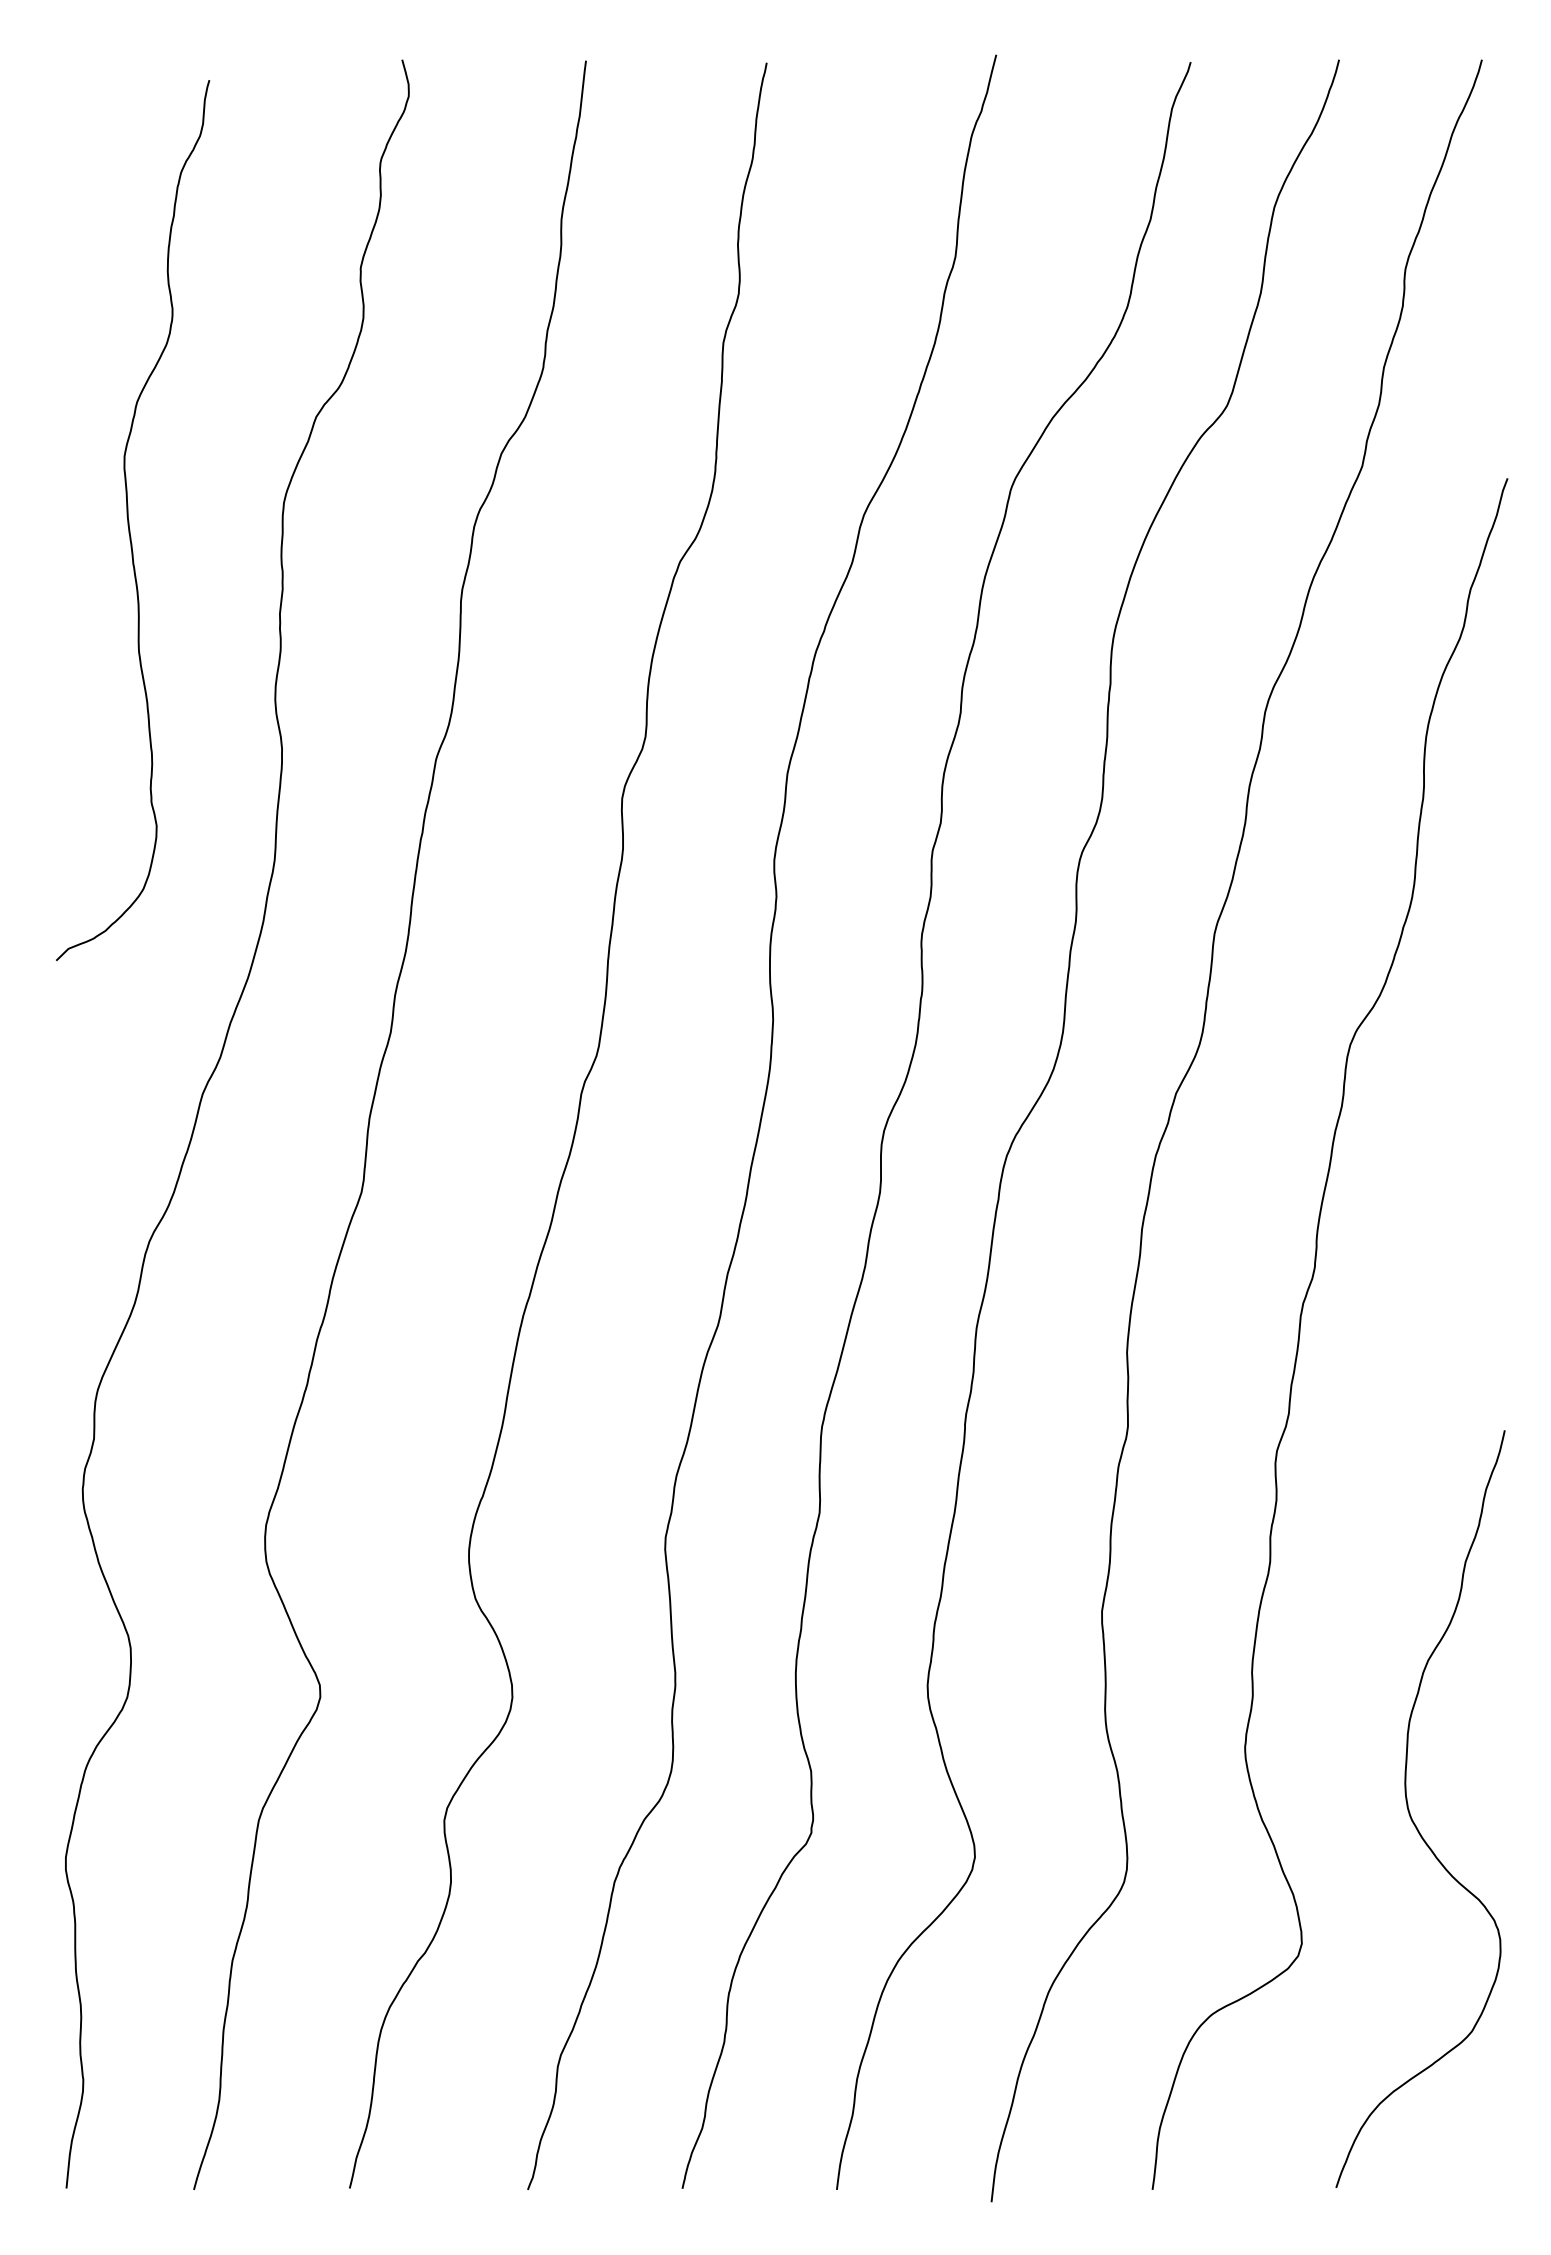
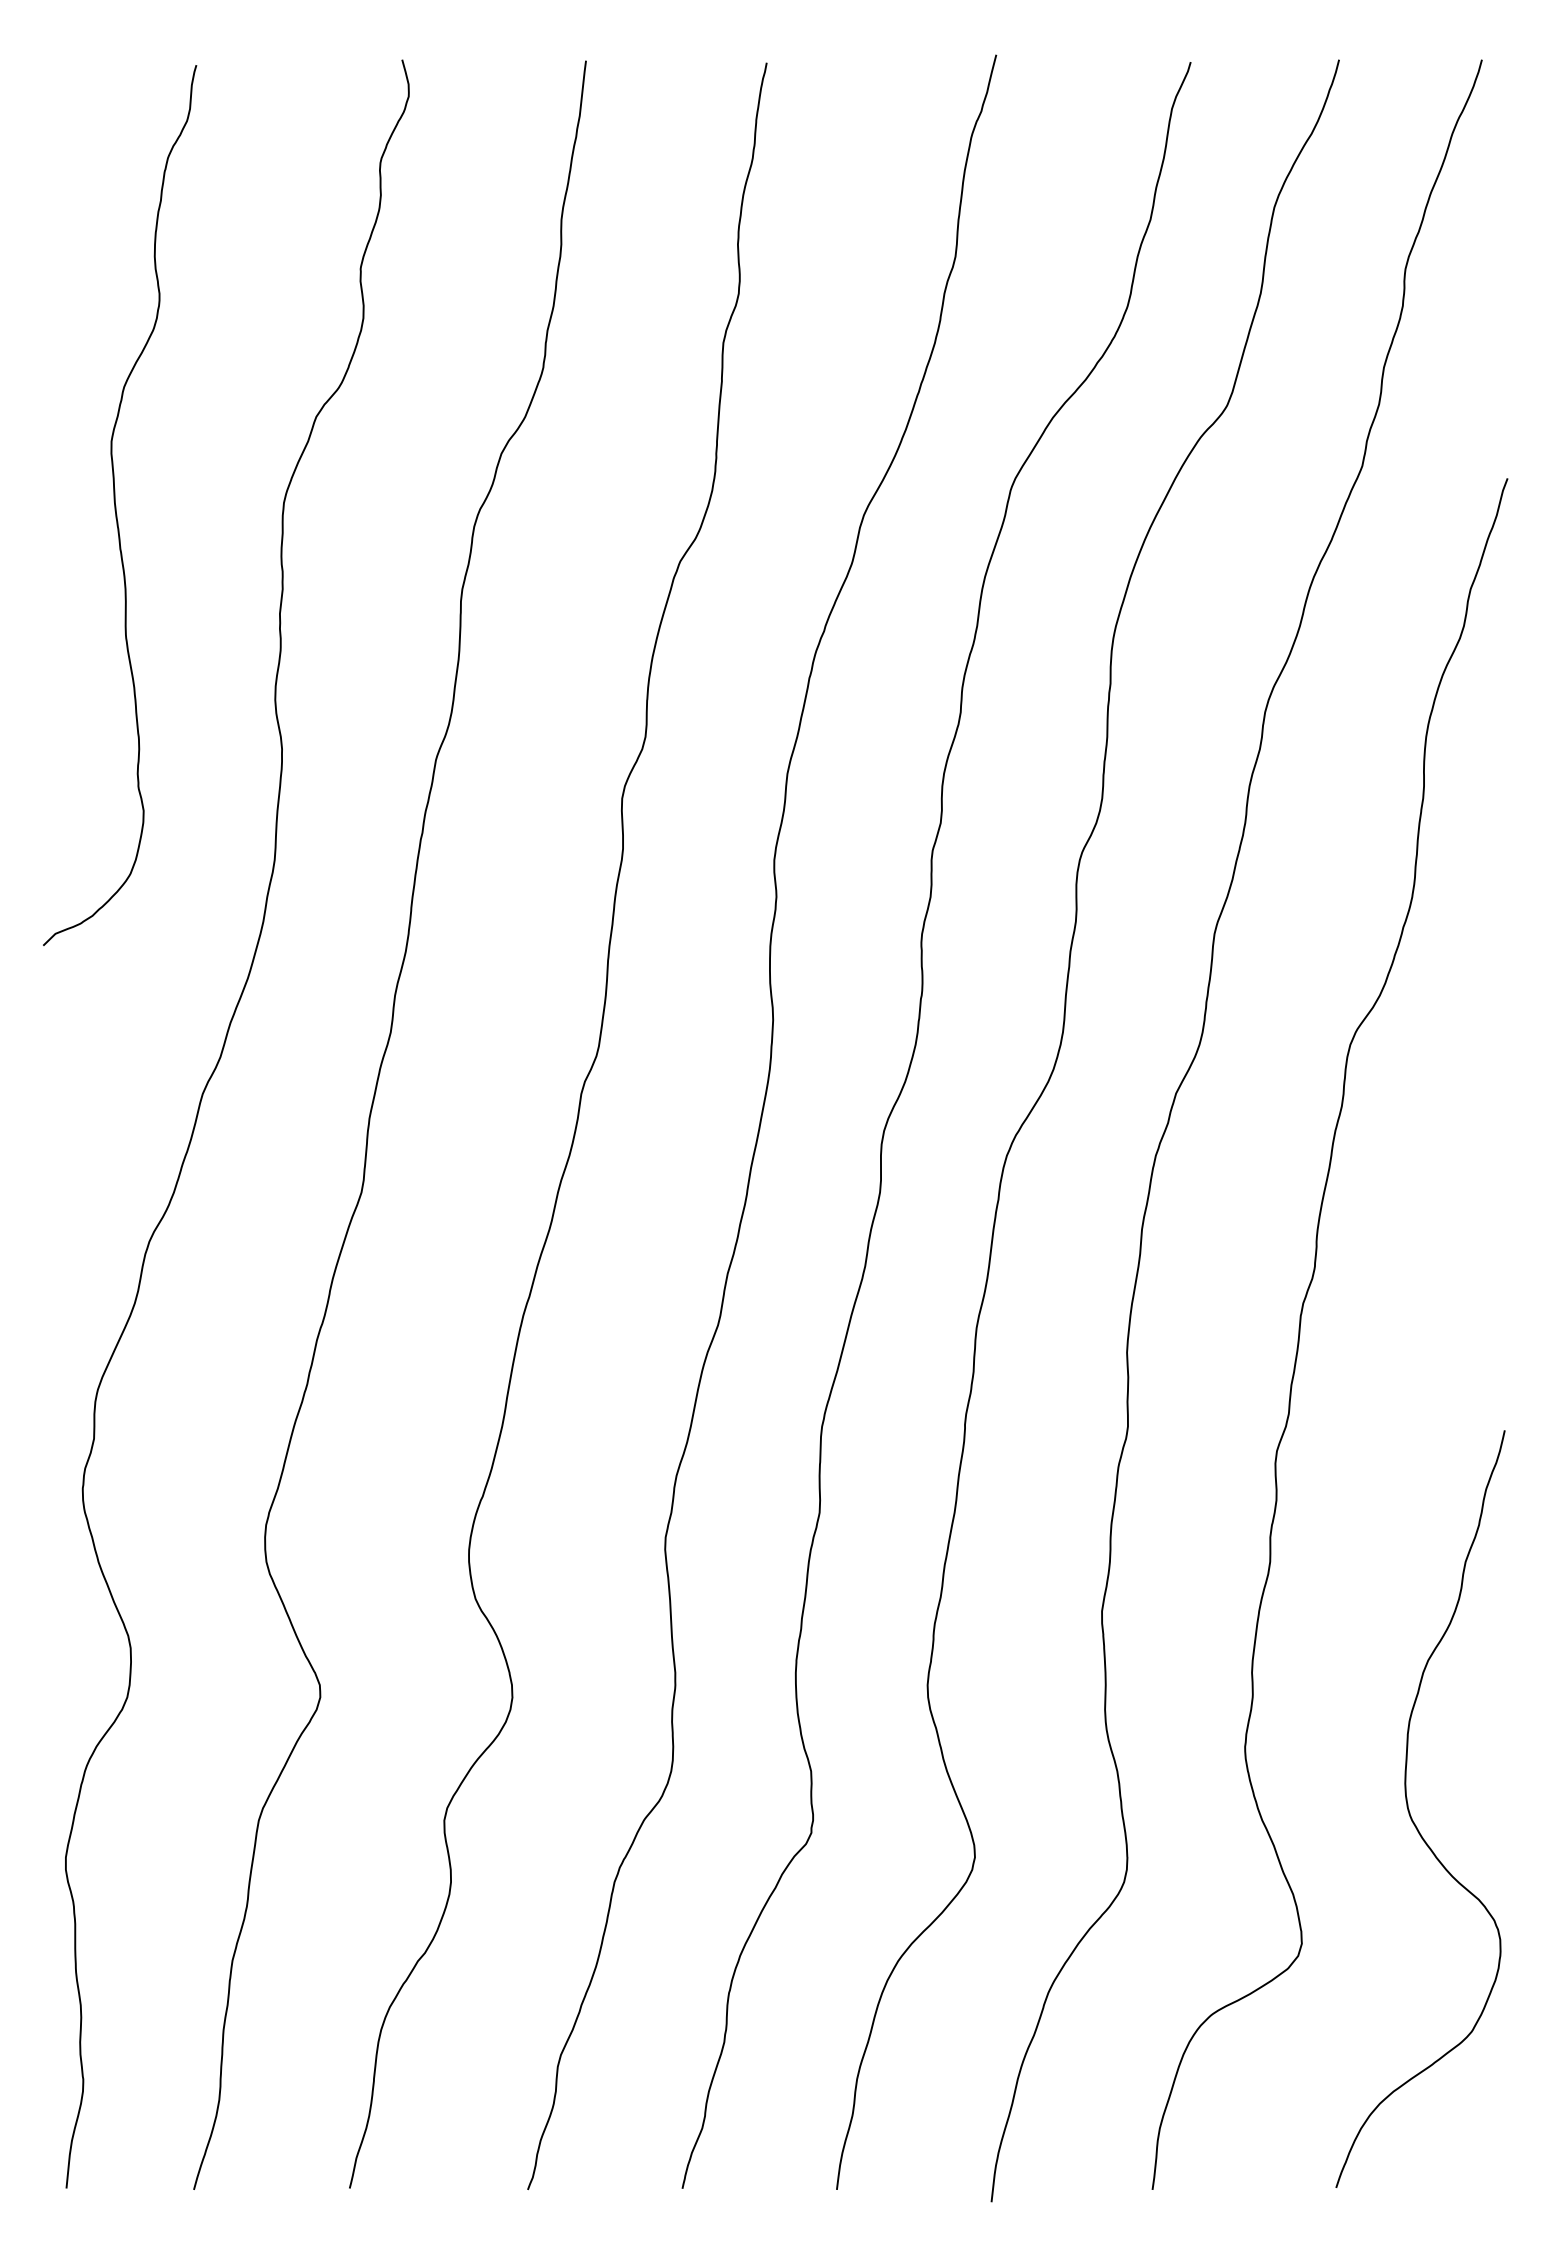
curve at (129, 520) position: (129, 520) -> (116, 505)
